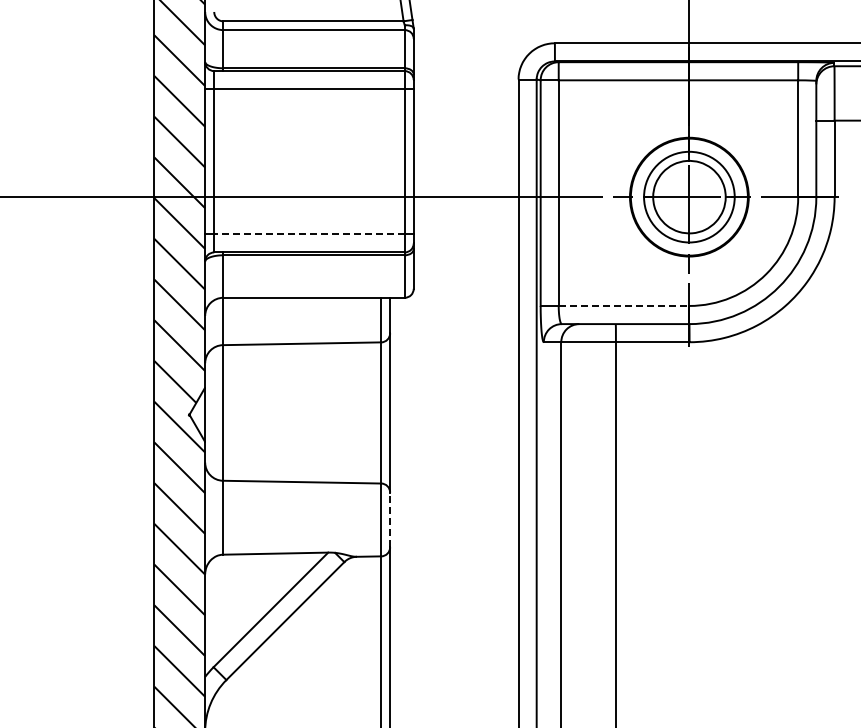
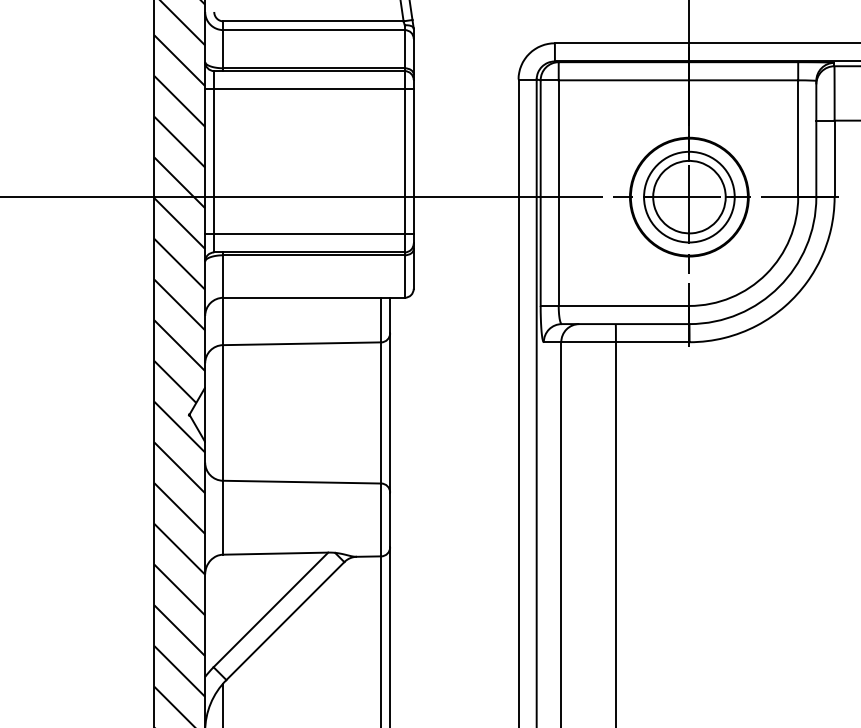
line at (309, 234): dashed -> solid
line at (624, 305): dashed -> solid
line at (390, 519): dashed -> solid
line at (223, 703): none -> present
